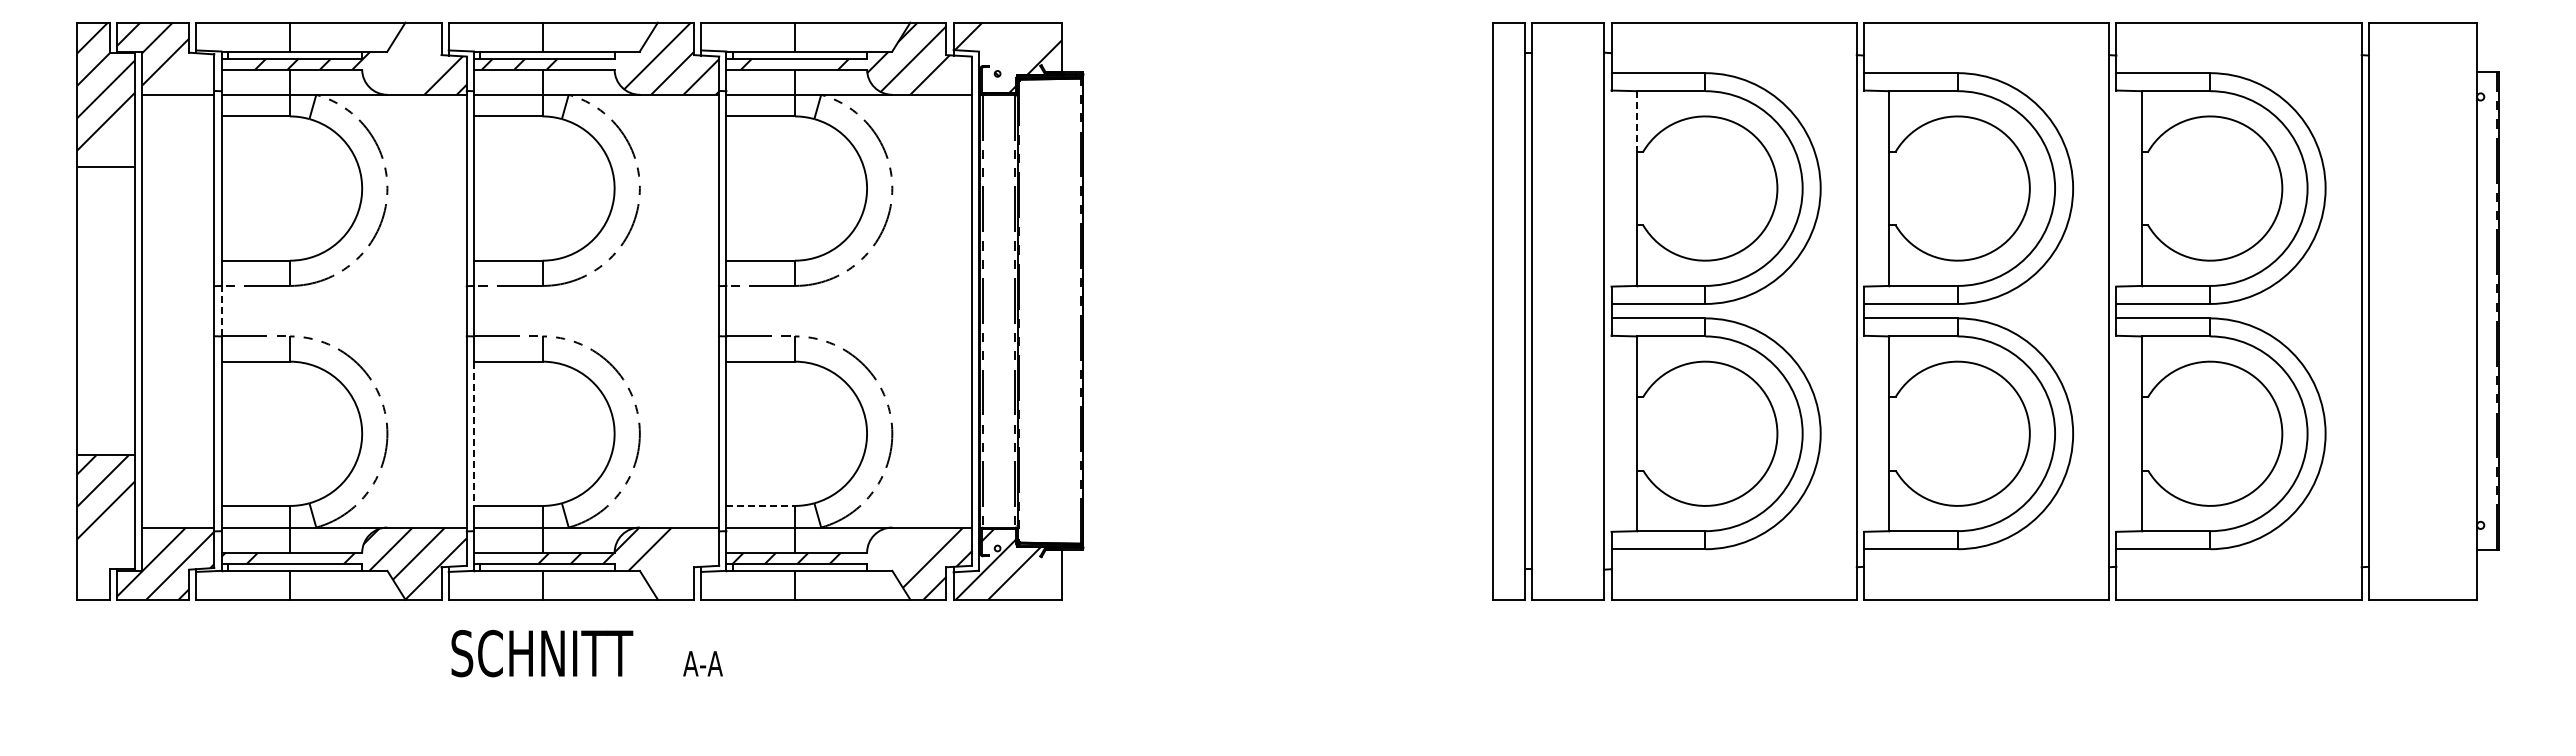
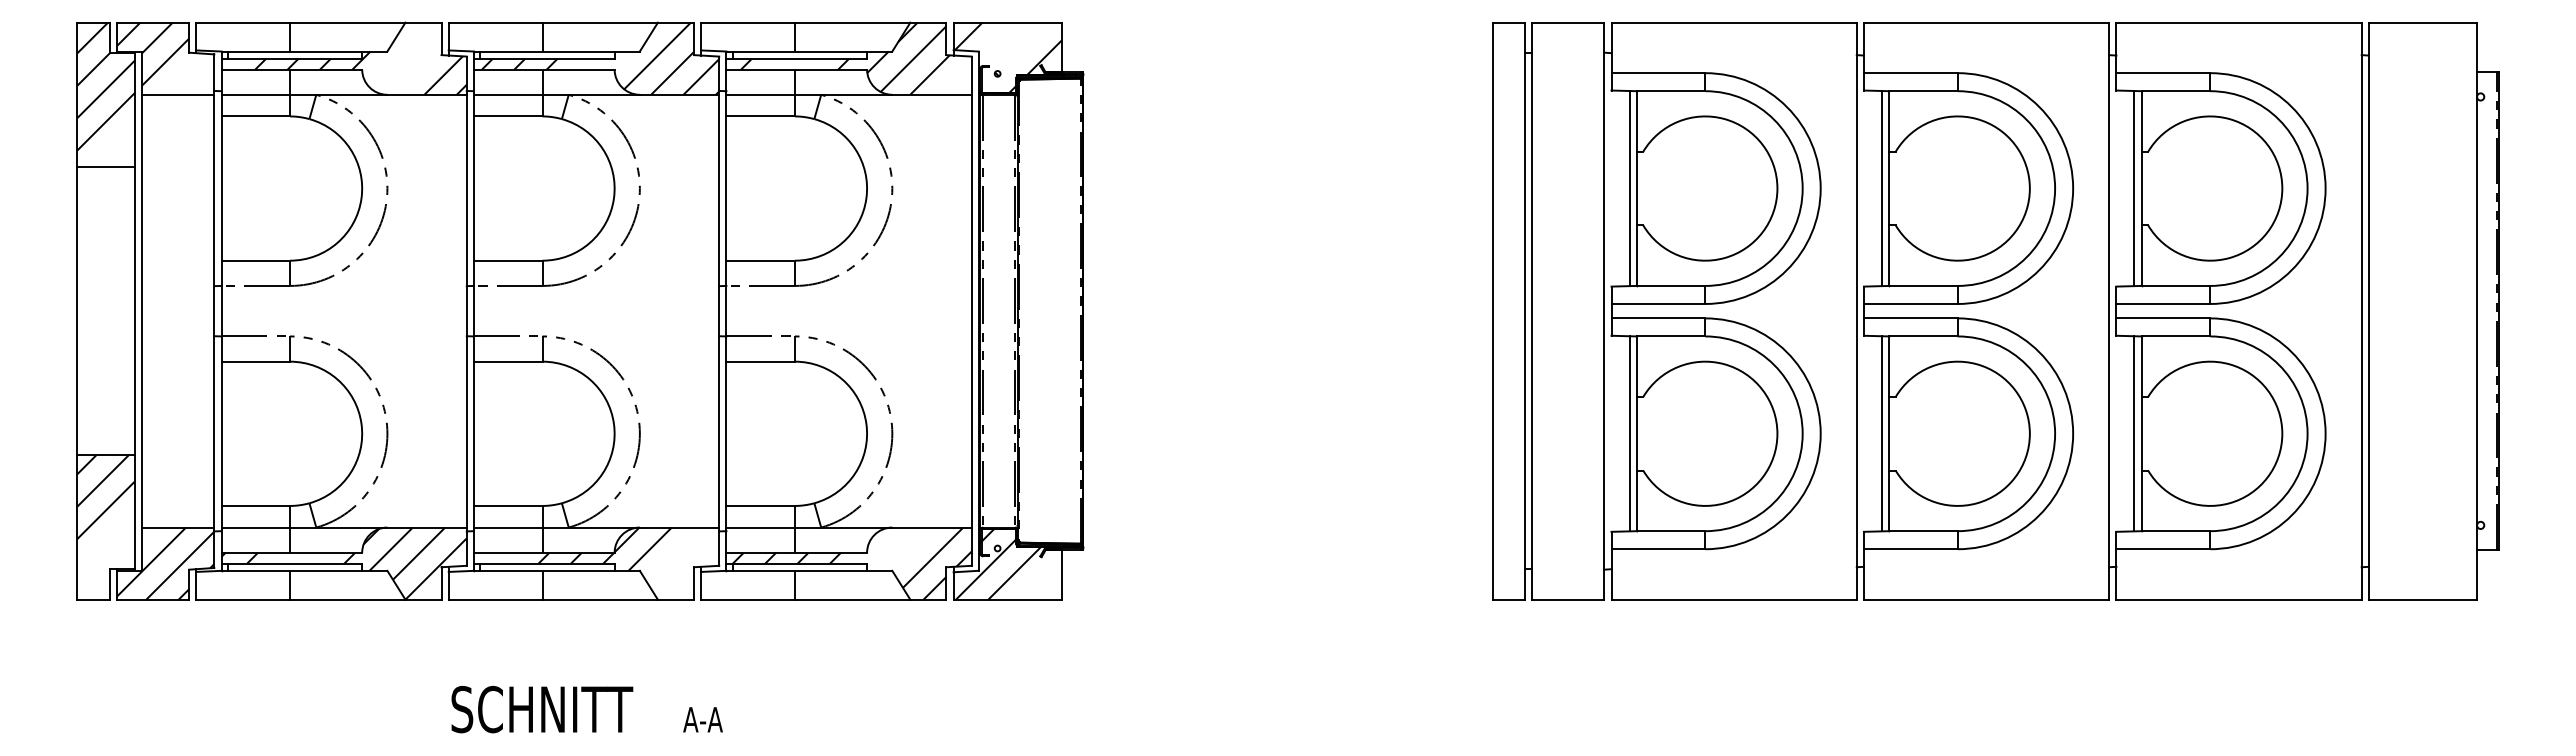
line at (1636, 121): dashed -> solid
line at (1629, 188): none -> present
line at (1882, 188): none -> present
line at (2134, 188): none -> present
line at (221, 310): dashed -> solid
line at (1629, 433): none -> present
line at (1882, 433): none -> present
line at (2134, 433): none -> present
line at (473, 434): dashed -> solid
line at (761, 505): dashed -> solid
text at (586, 653) position: (586, 653) -> (586, 709)
